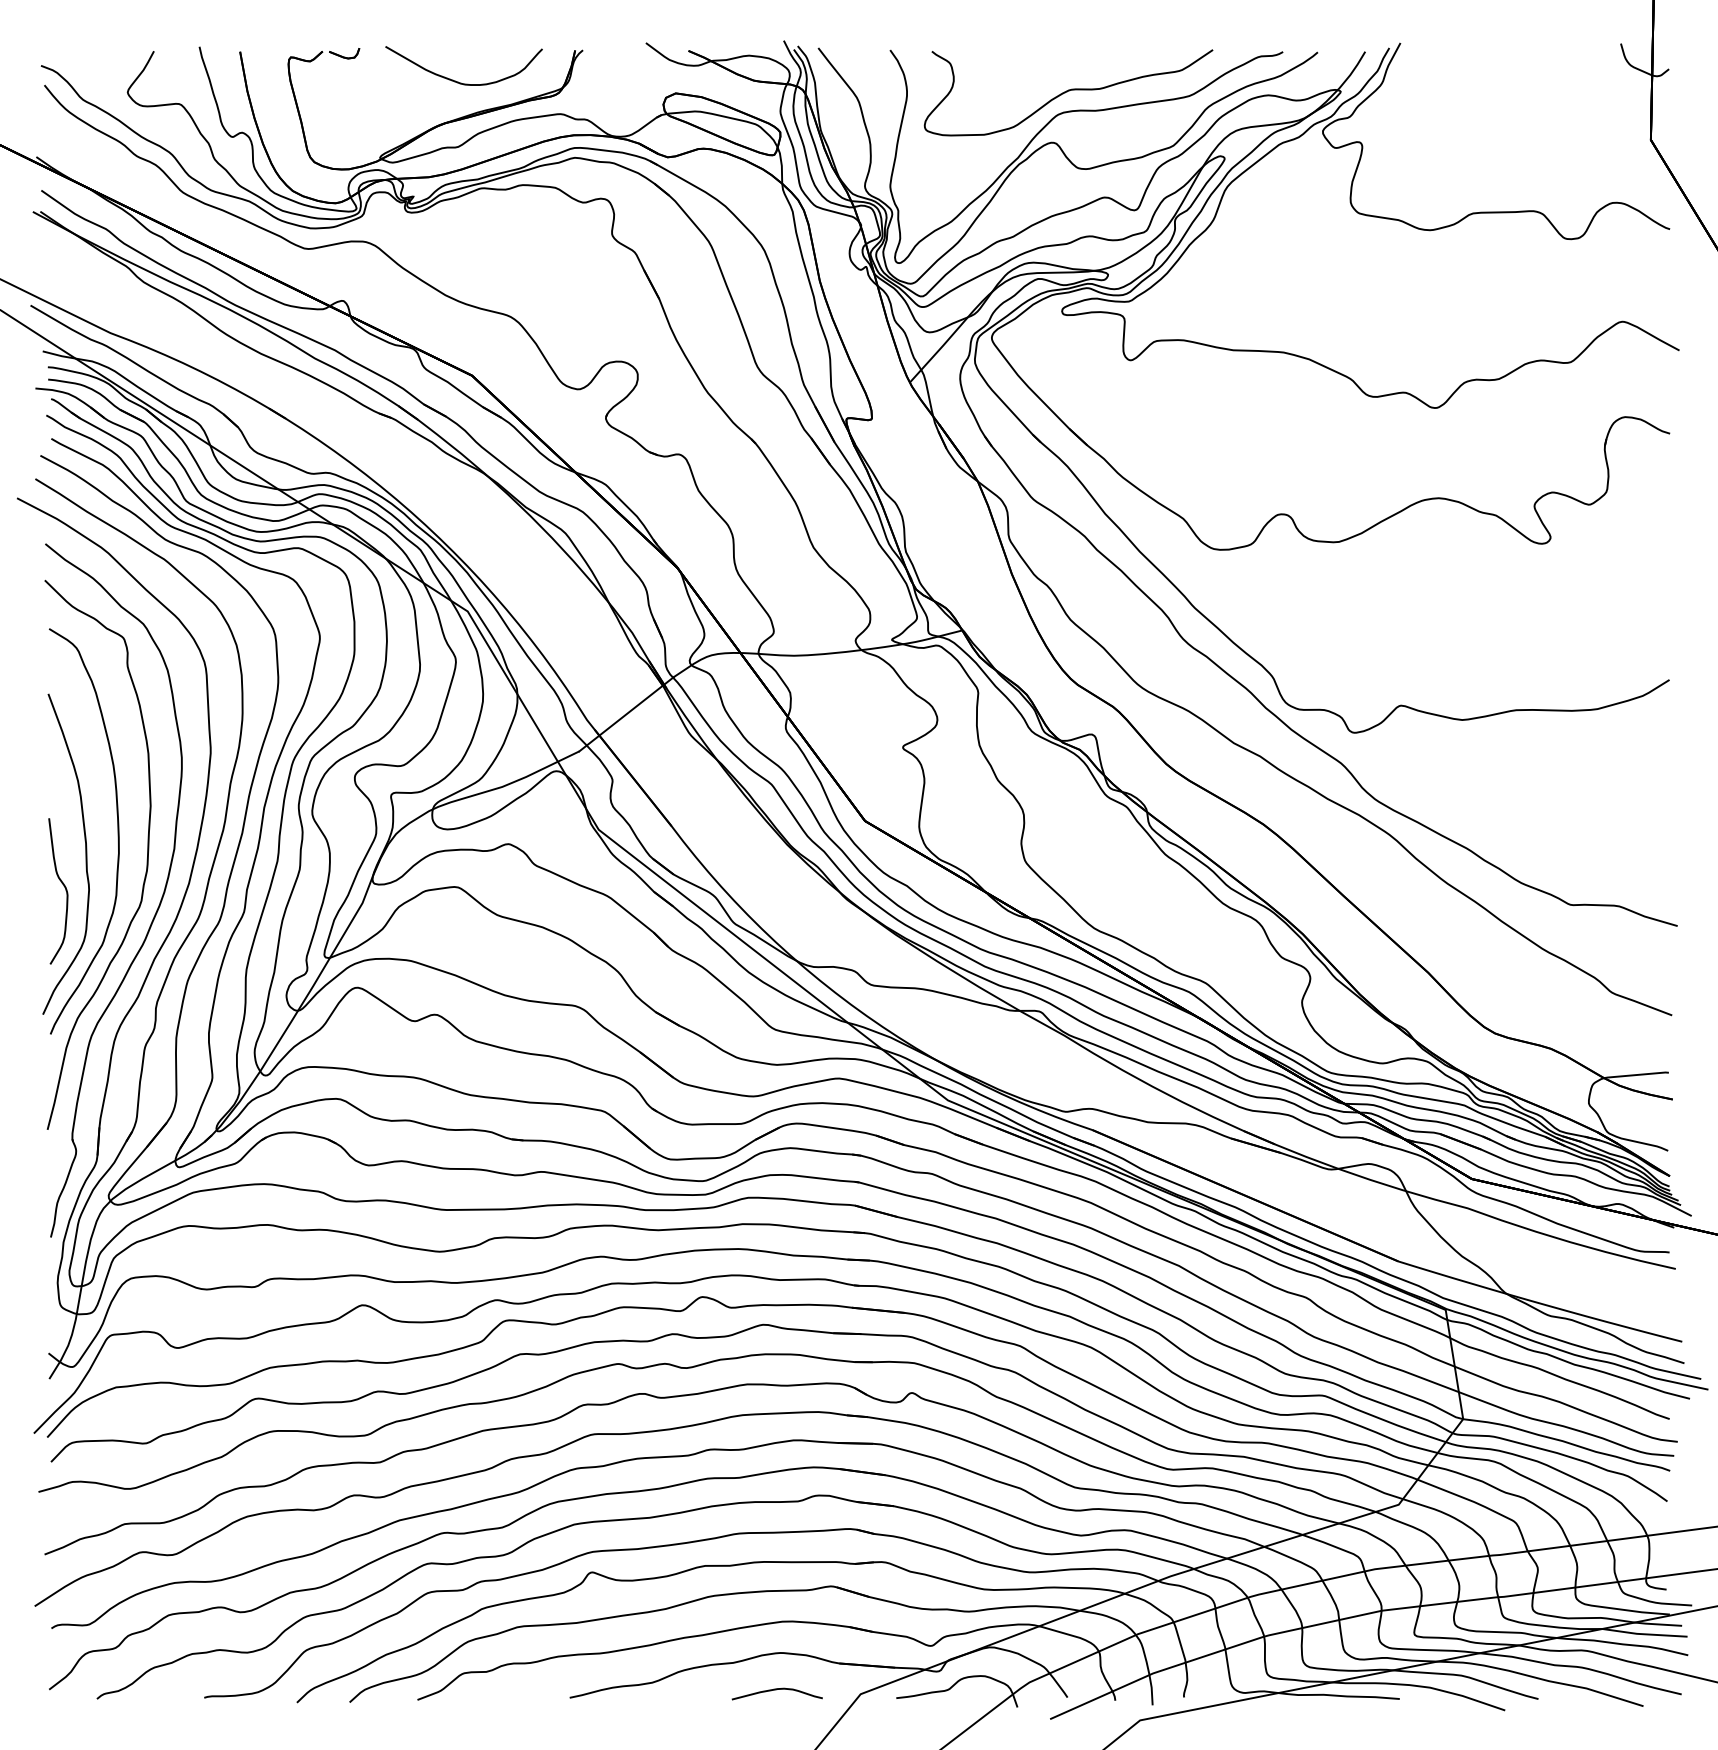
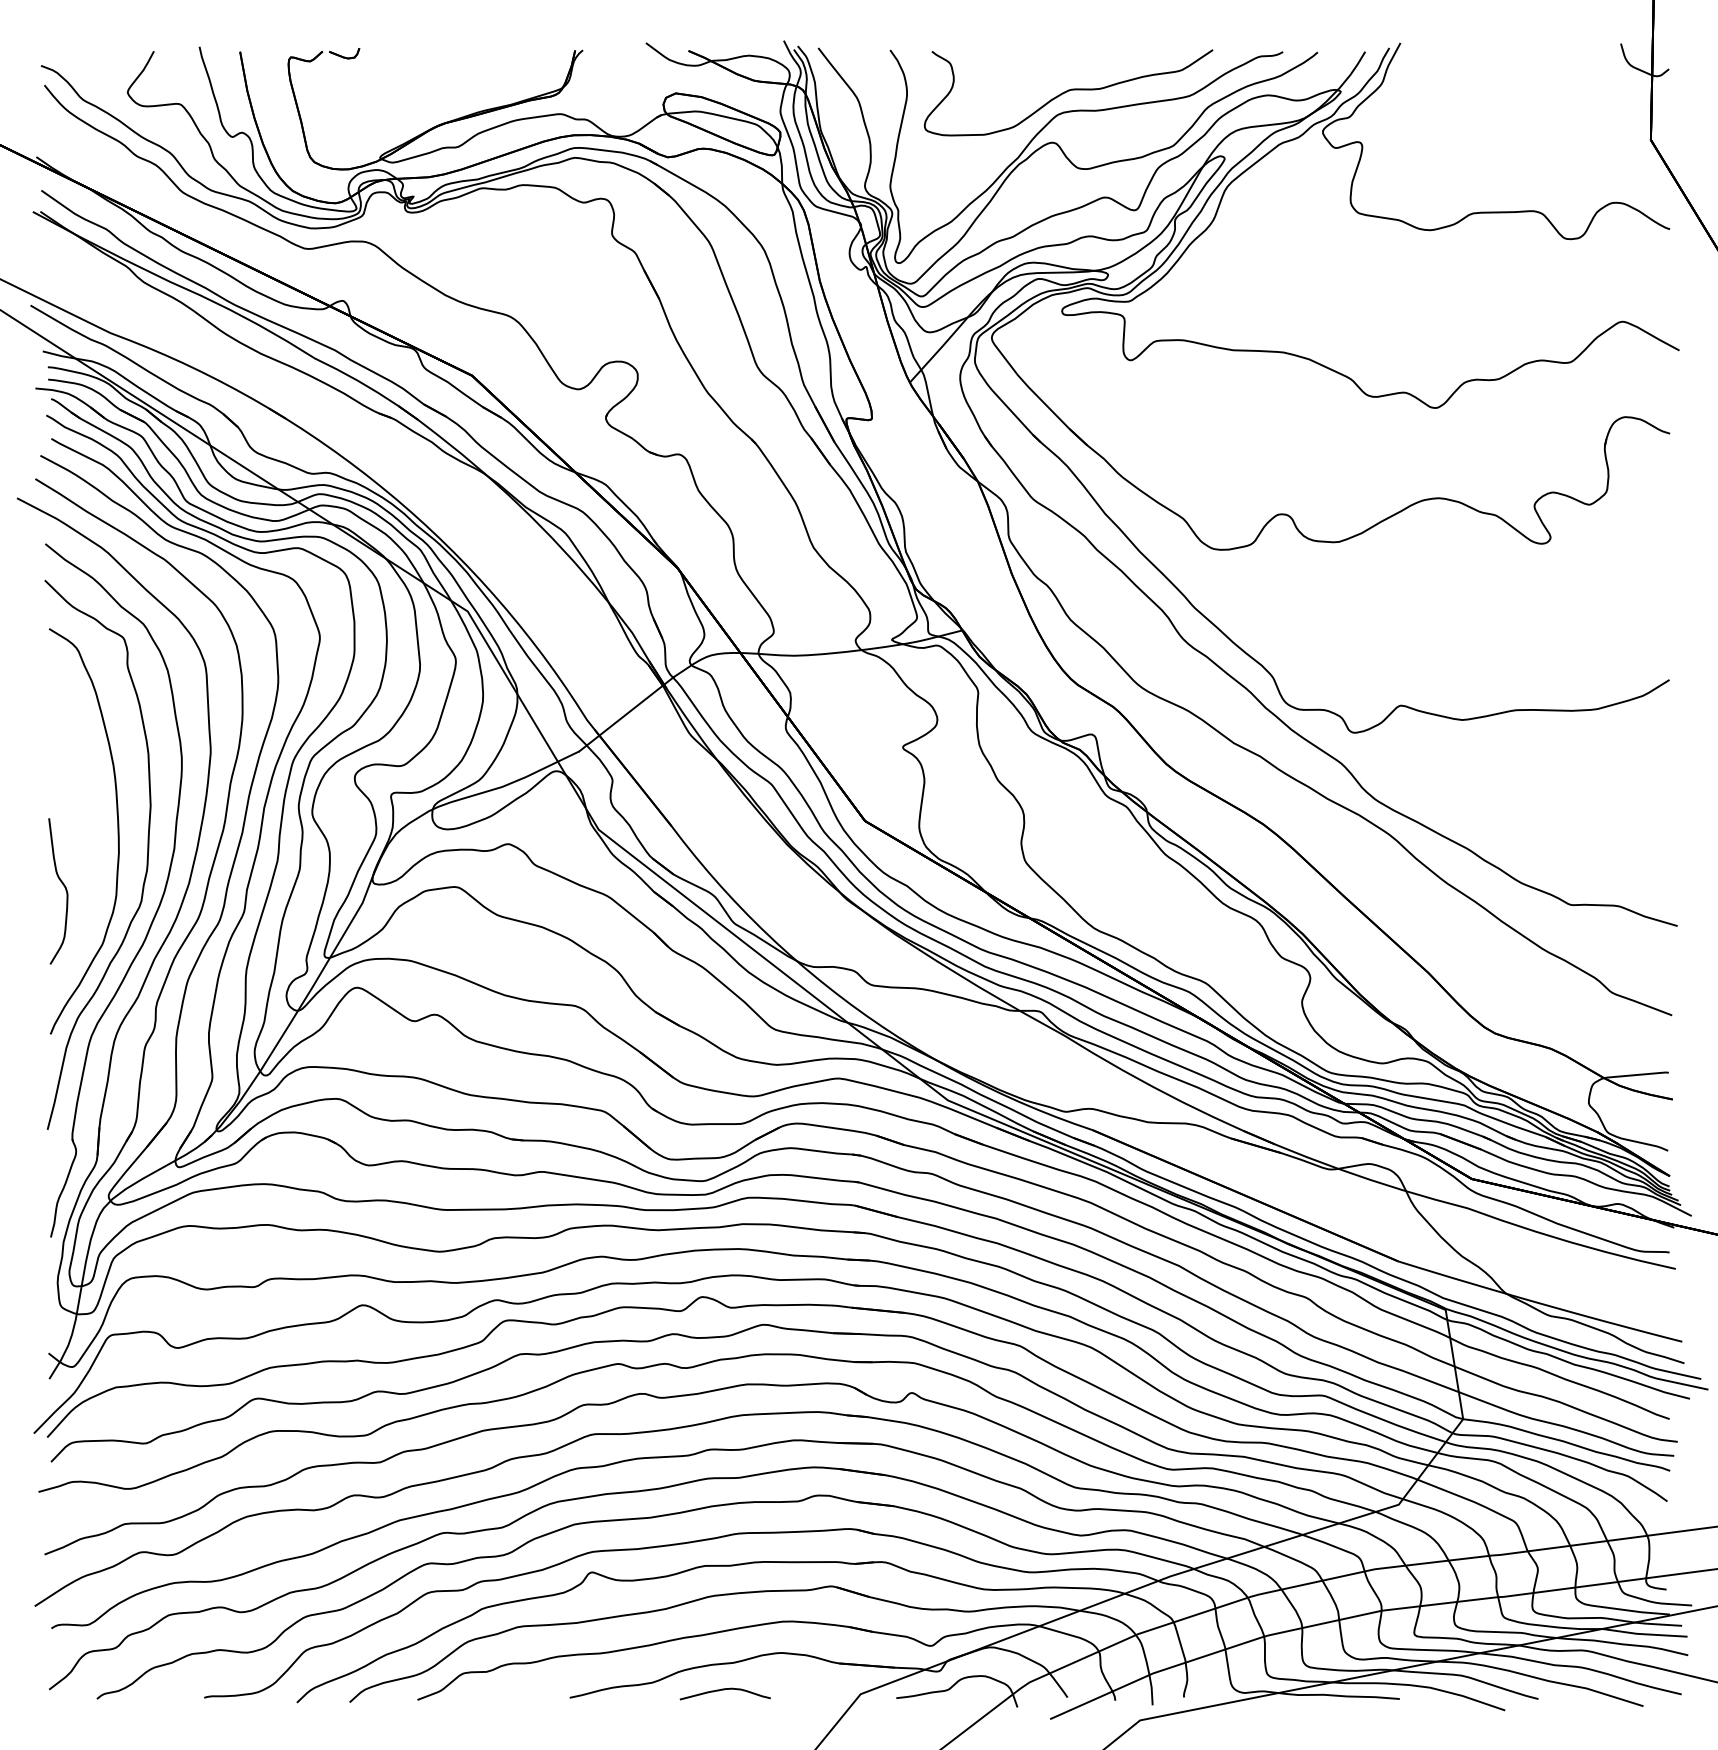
curve at (458, 81): present -> none
curve at (85, 853): present -> none
curve at (776, 1690) position: (776, 1690) -> (724, 1690)
